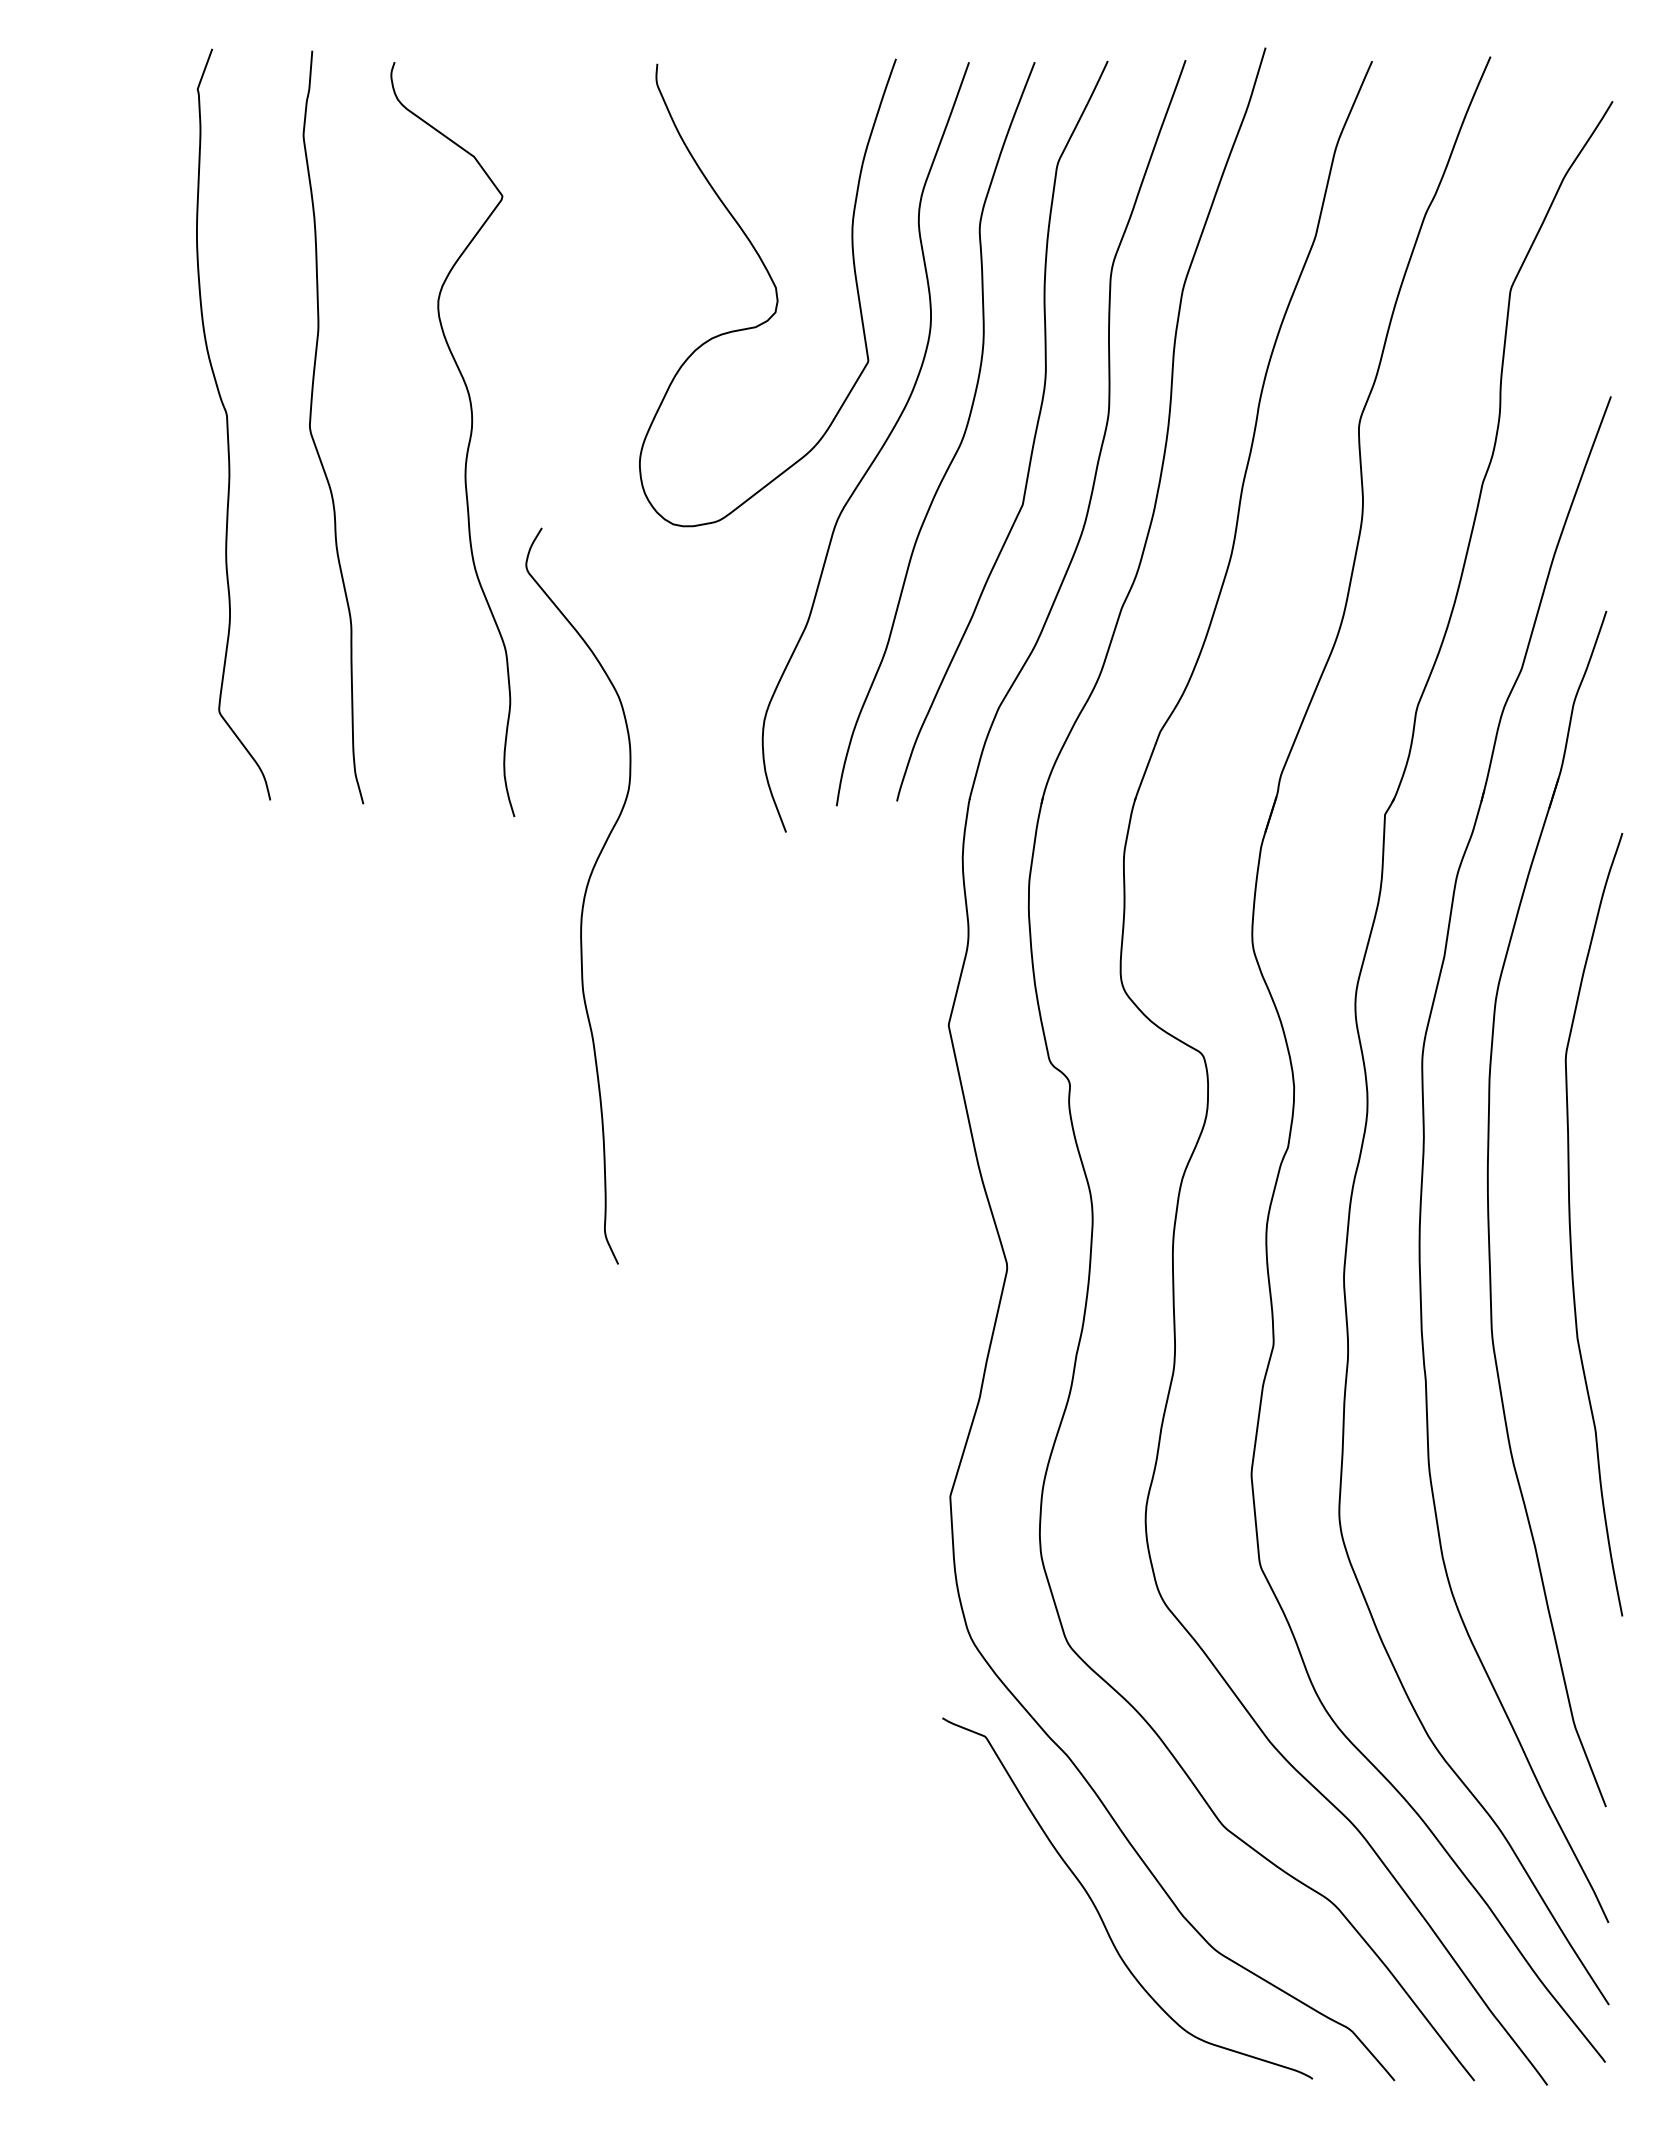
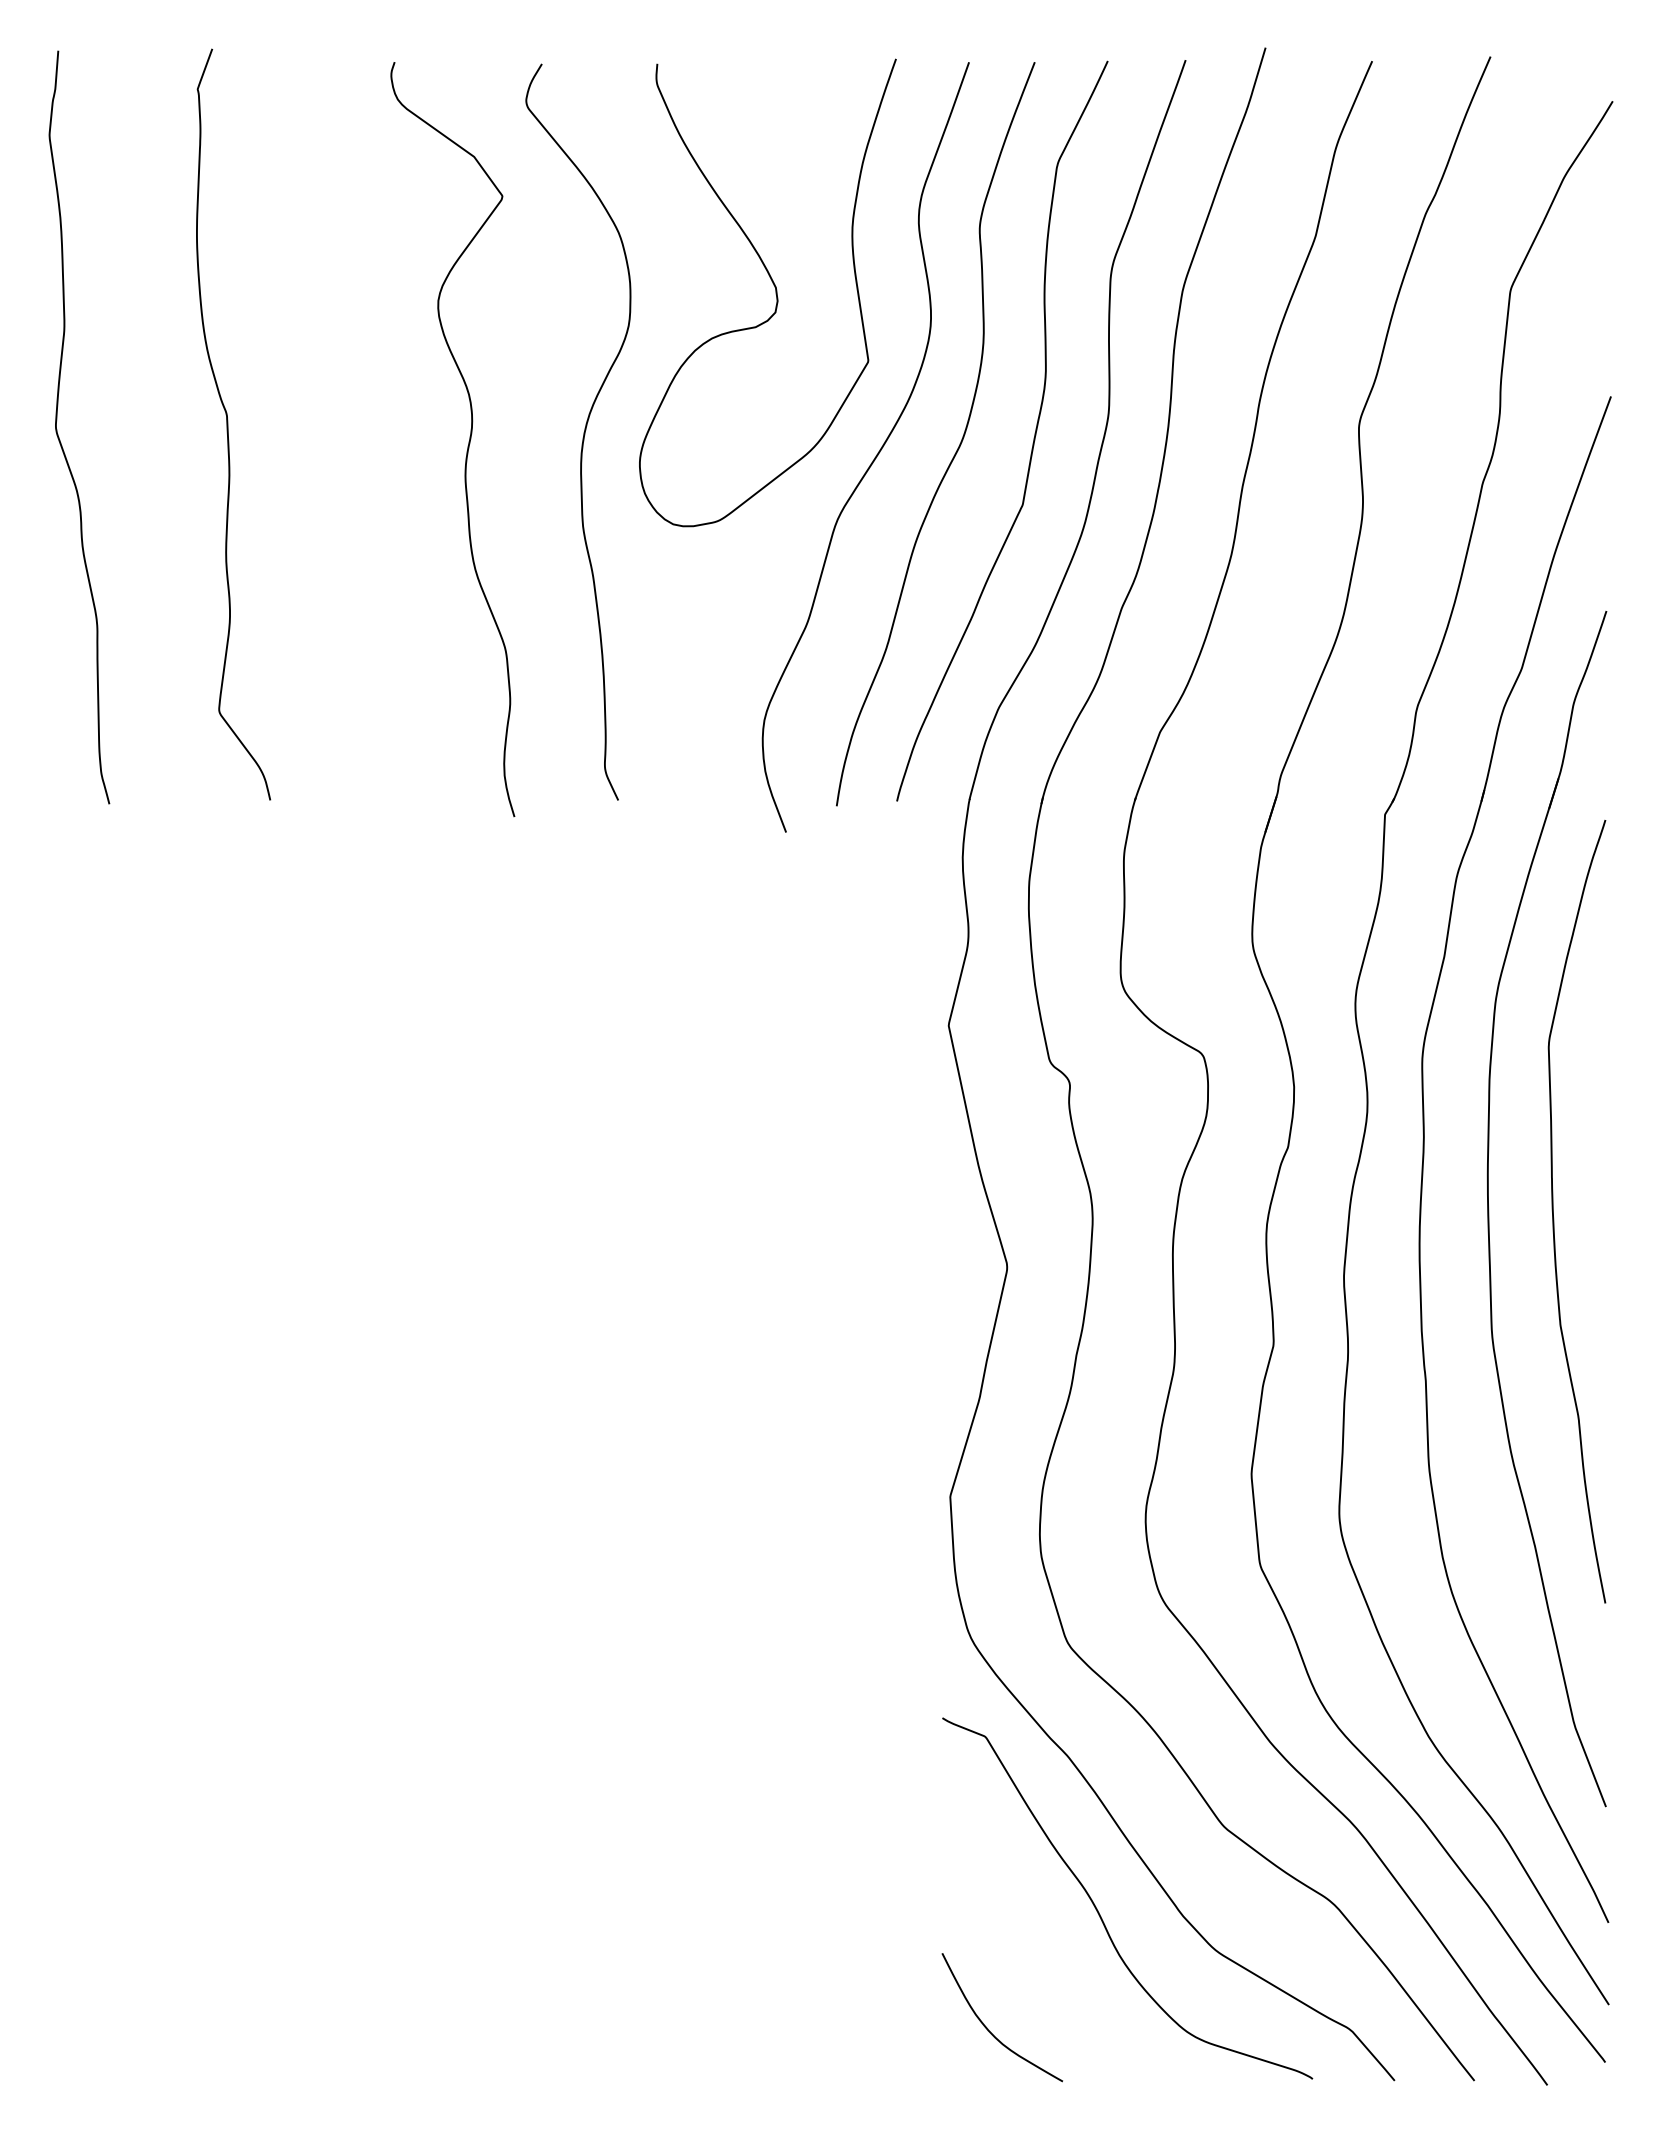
curve at (311, 429) position: (311, 429) -> (57, 429)
curve at (583, 896) position: (583, 896) -> (583, 432)
curve at (1570, 1224) position: (1570, 1224) -> (1553, 1211)
curve at (988, 2028): none -> present
